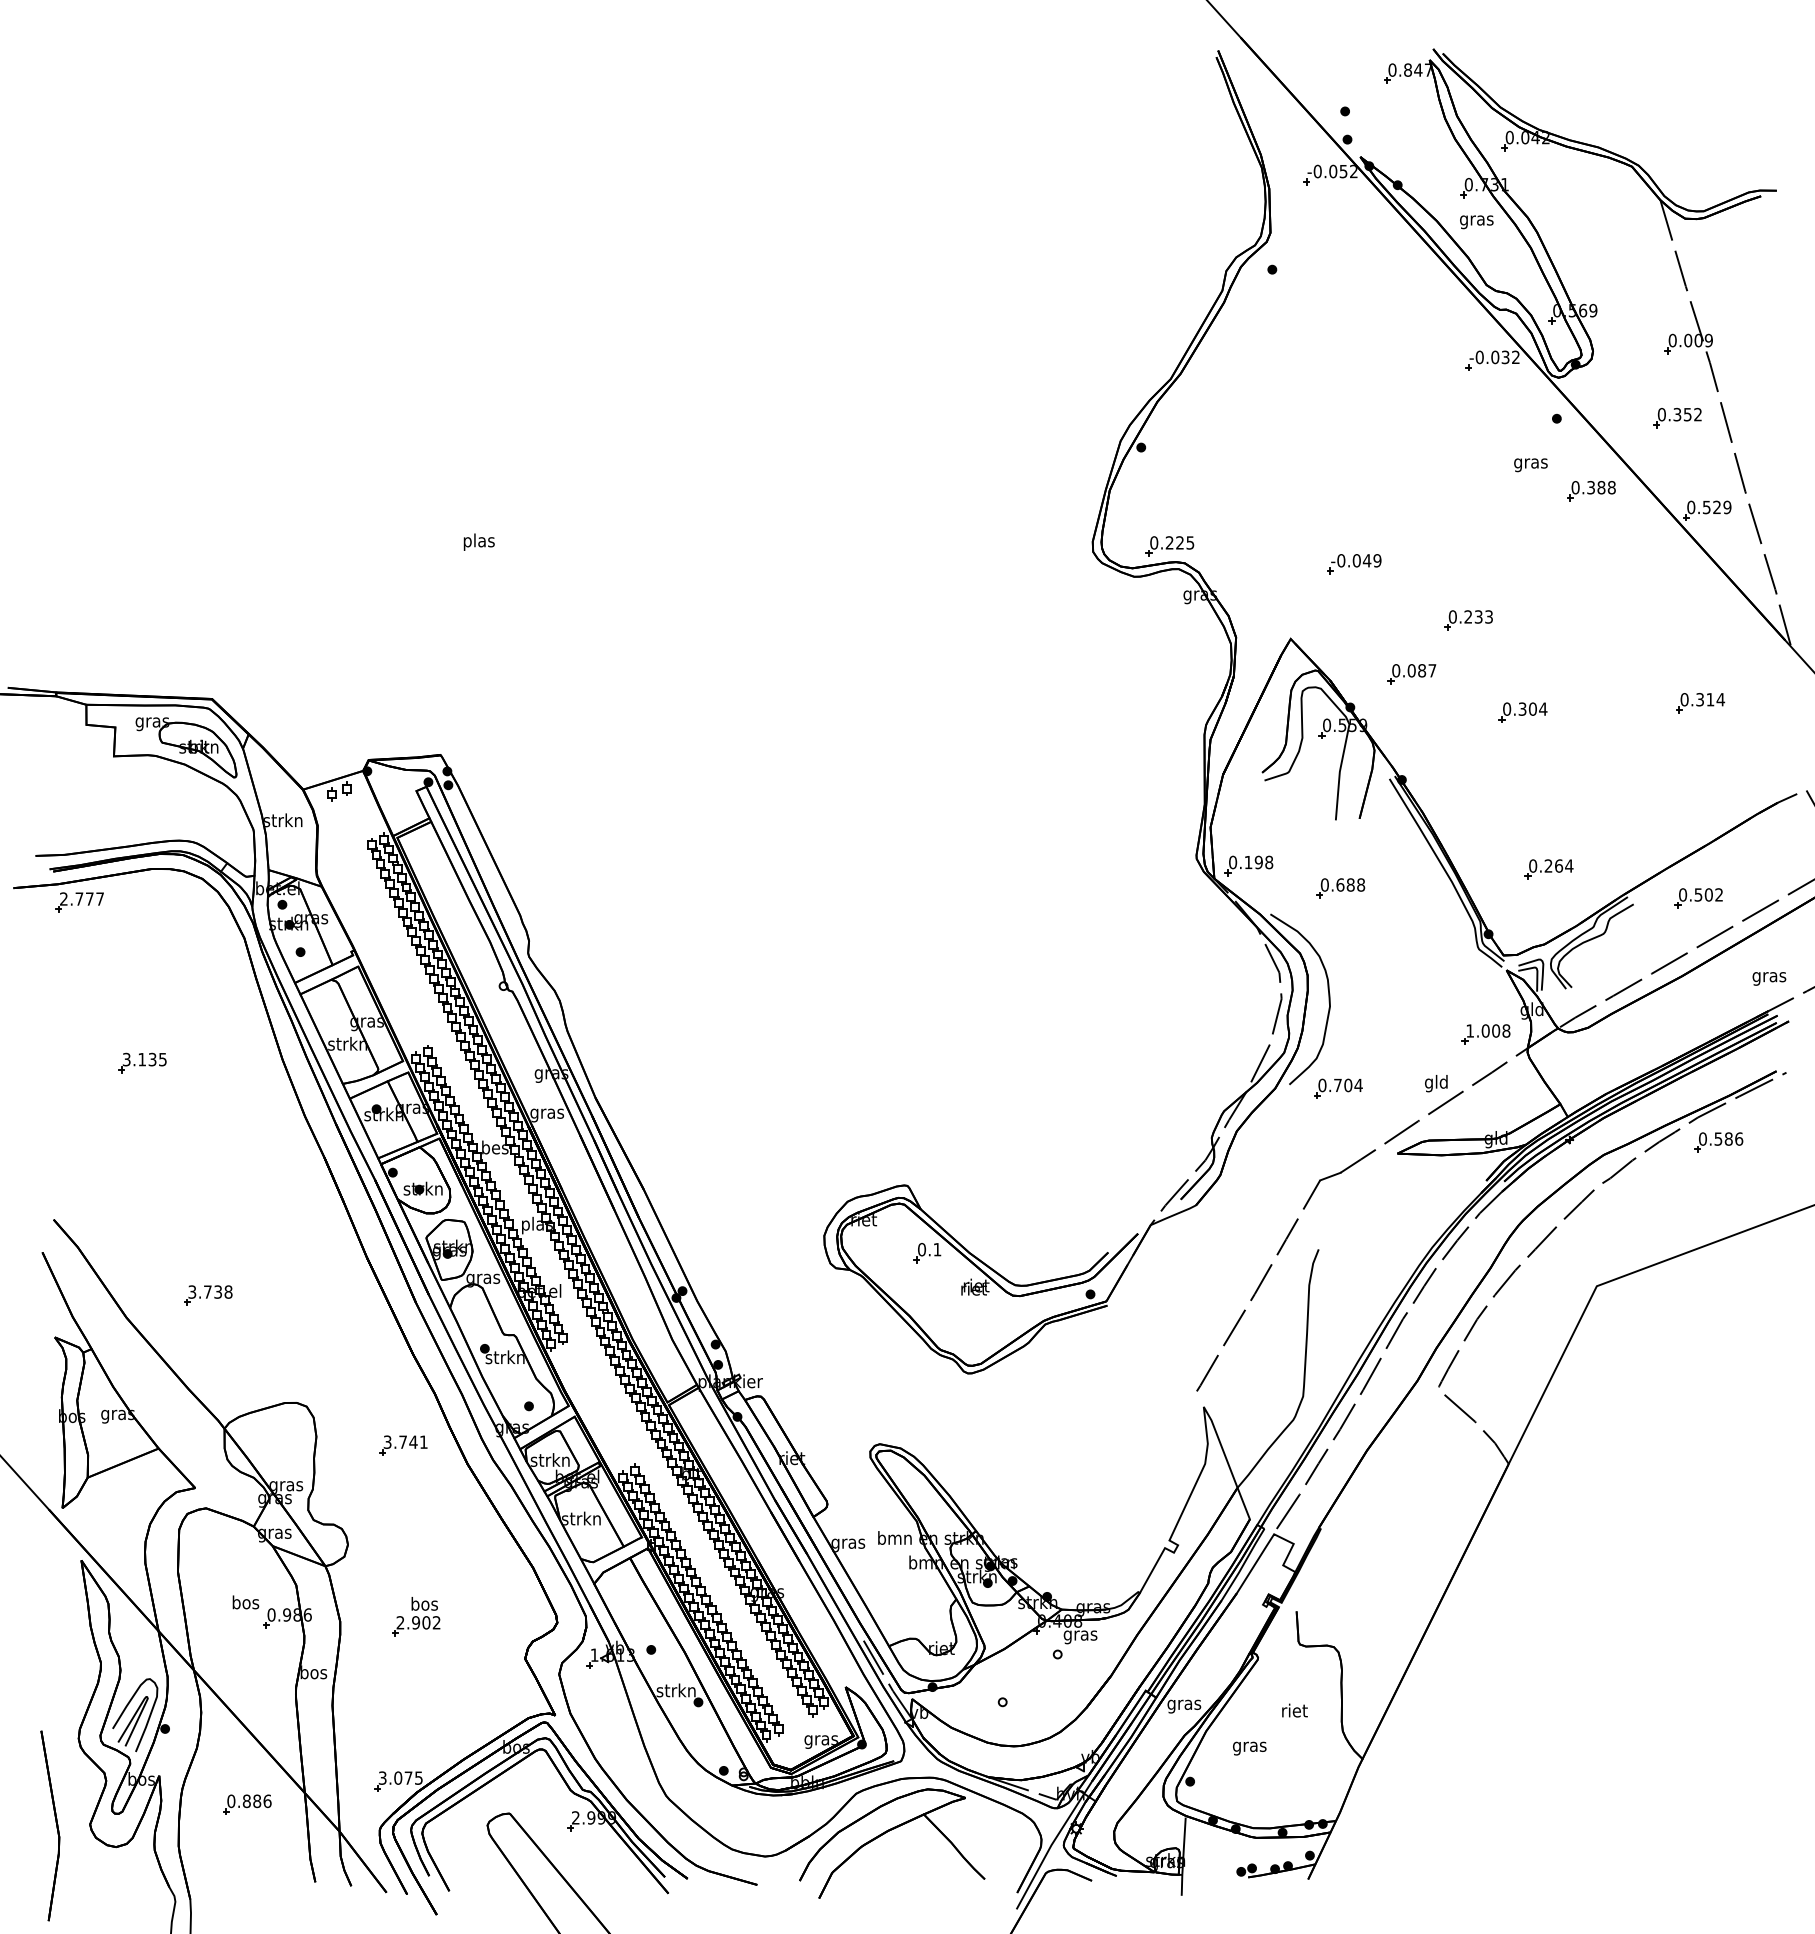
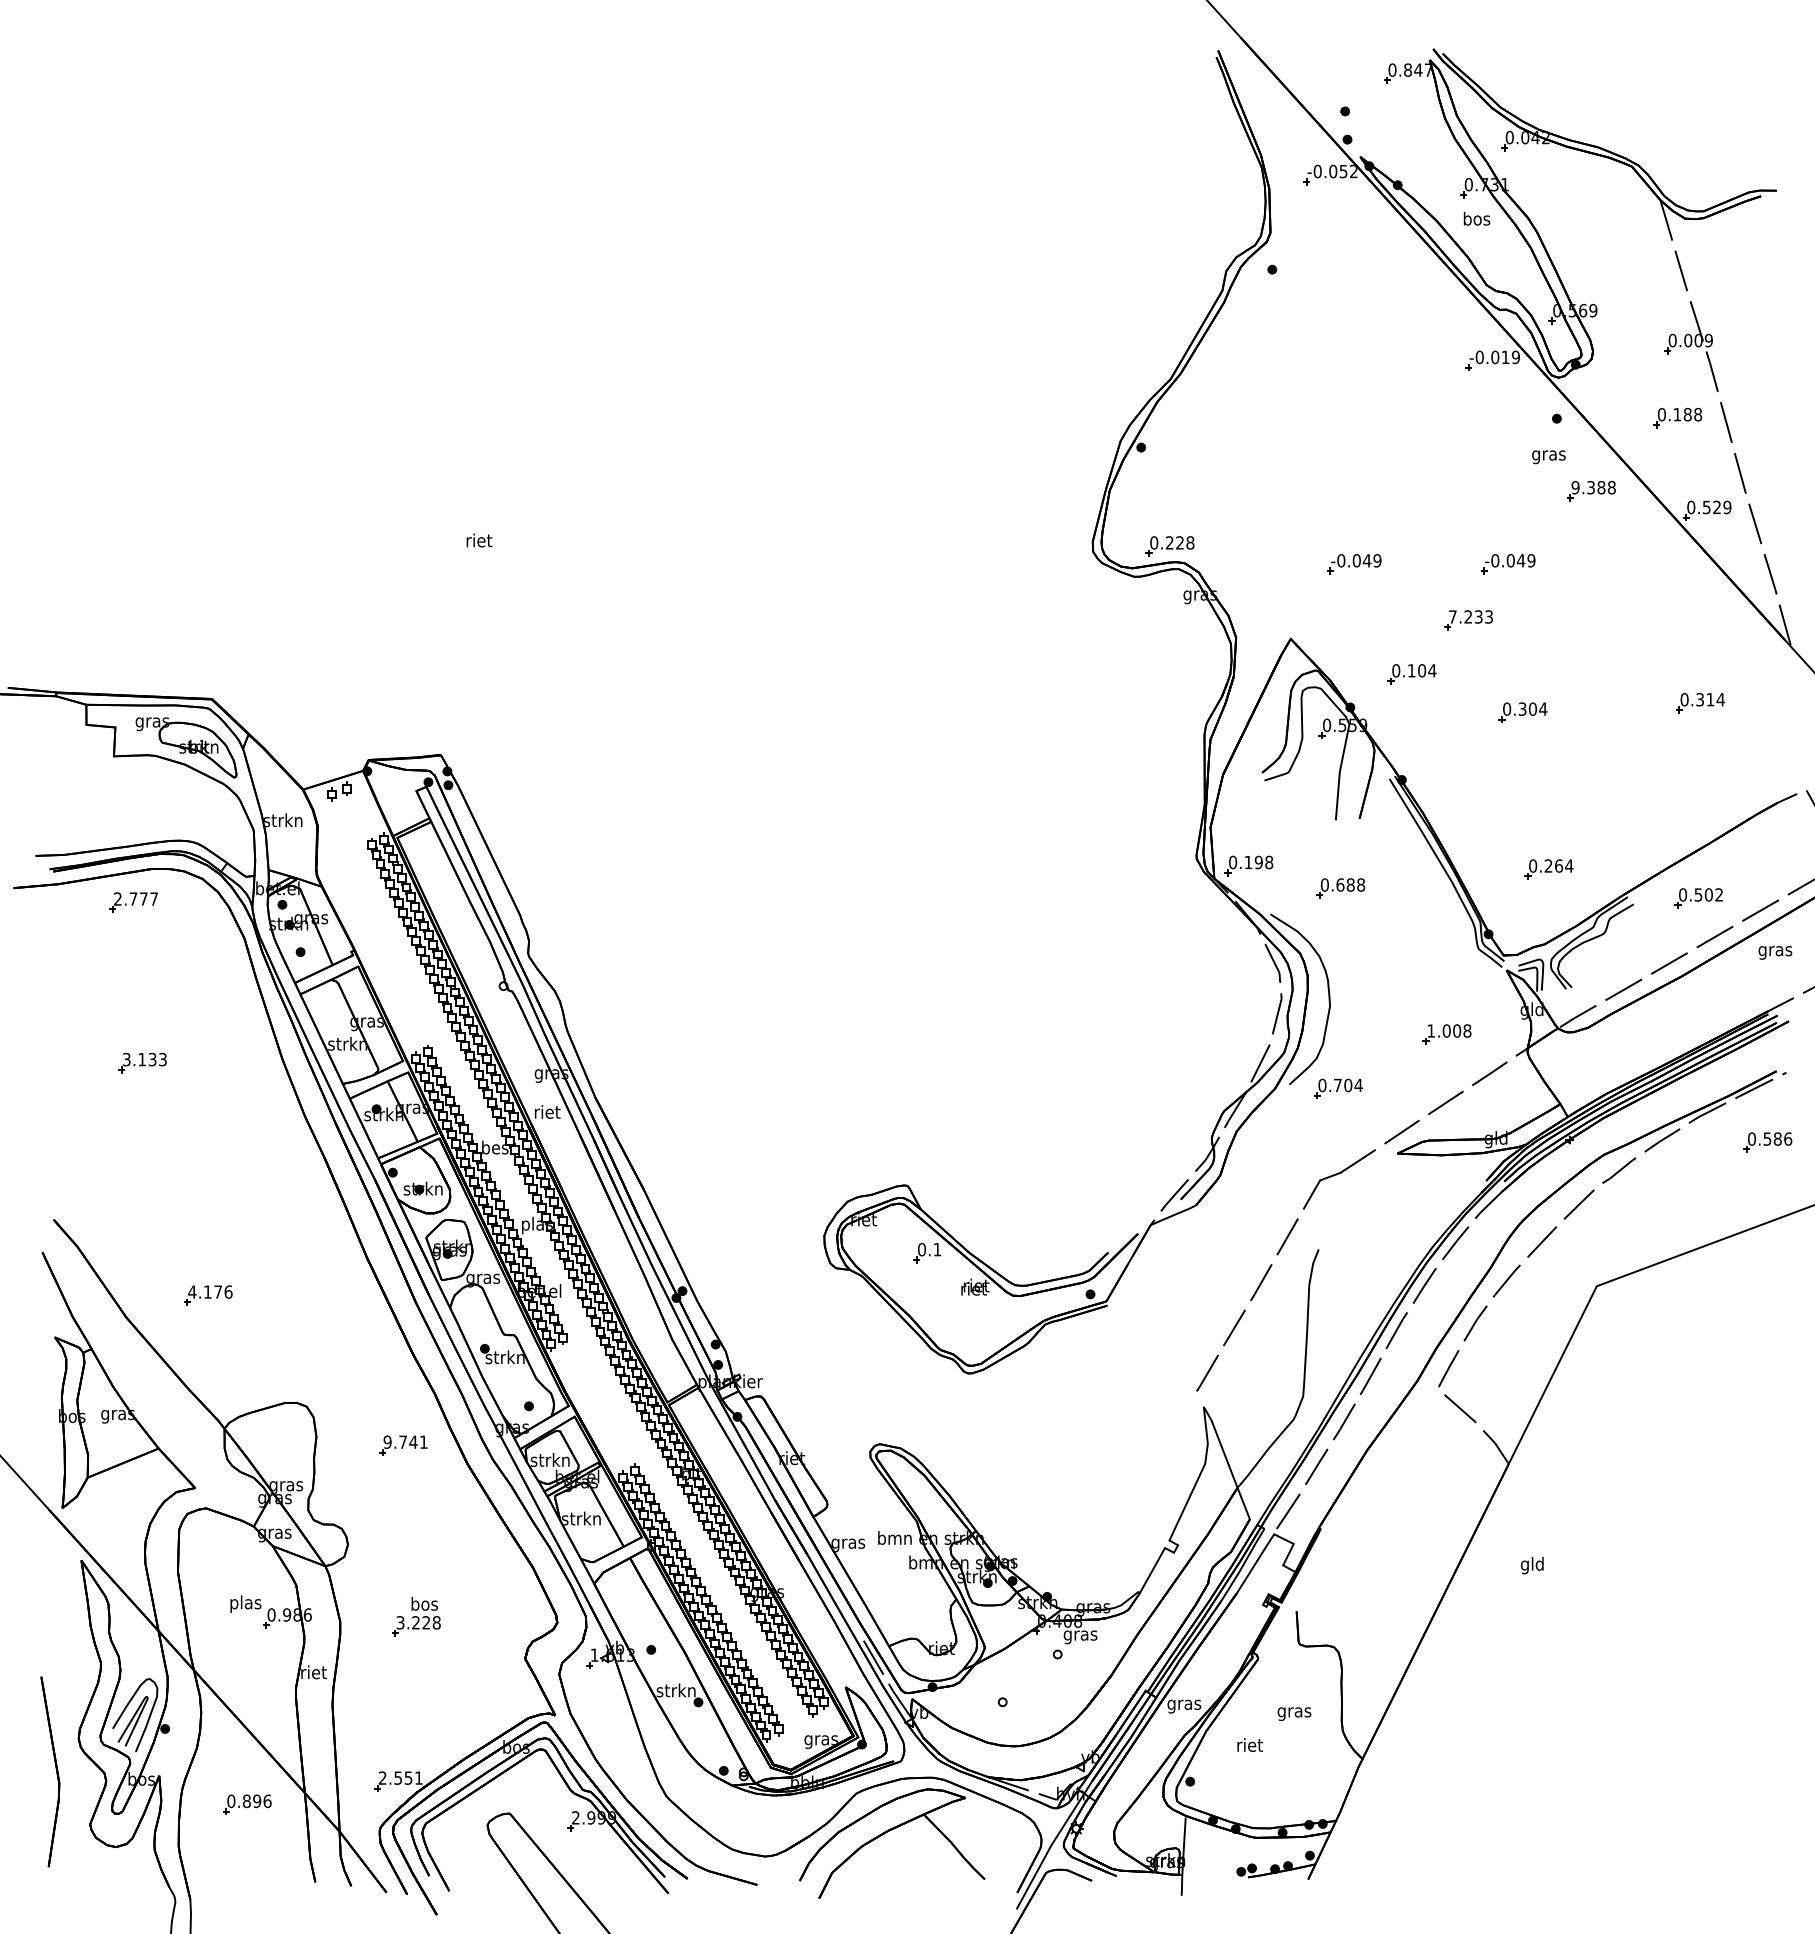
text at (1476, 220): gras -> bos
text at (1510, 357): -0.032 -> -0.019
text at (1687, 414): 0.352 -> 0.188
text at (1530, 465) position: (1530, 465) -> (1548, 457)
text at (1575, 487): 0.388 -> 9.388
text at (478, 541): plas -> riet
text at (1190, 542): 0.225 -> 0.228
part at (1508, 564): none -> present
text at (1452, 616): 0.233 -> 7.233
text at (1421, 670): 0.087 -> 0.104
part at (79, 902) position: (79, 902) -> (133, 902)
text at (1769, 978) position: (1769, 978) -> (1775, 952)
part at (1485, 1034) position: (1485, 1034) -> (1446, 1034)
text at (162, 1058): 3.135 -> 3.133
text at (1436, 1083) position: (1436, 1083) -> (1532, 1565)
text at (547, 1113): gras -> riet
part at (1718, 1142) position: (1718, 1142) -> (1767, 1142)
text at (210, 1291): 3.738 -> 4.176
text at (387, 1441): 3.741 -> 9.741
text at (245, 1603): bos -> plas
text at (418, 1622): 2.902 -> 3.228
text at (313, 1672): bos -> riet
text at (1294, 1712): riet -> gras
text at (1249, 1746): gras -> riet
text at (400, 1777): 3.075 -> 2.551
text at (257, 1801): 0.886 -> 0.896
part at (50, 1825) position: (50, 1825) -> (50, 1771)
